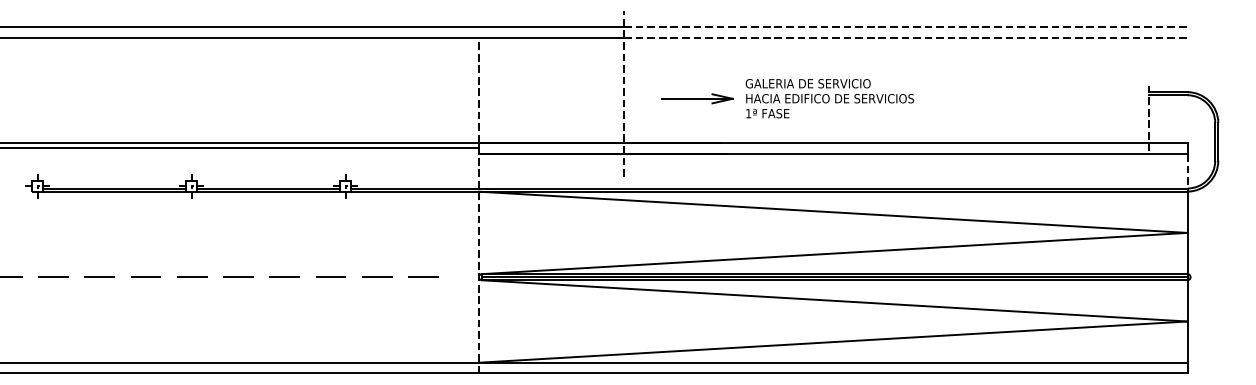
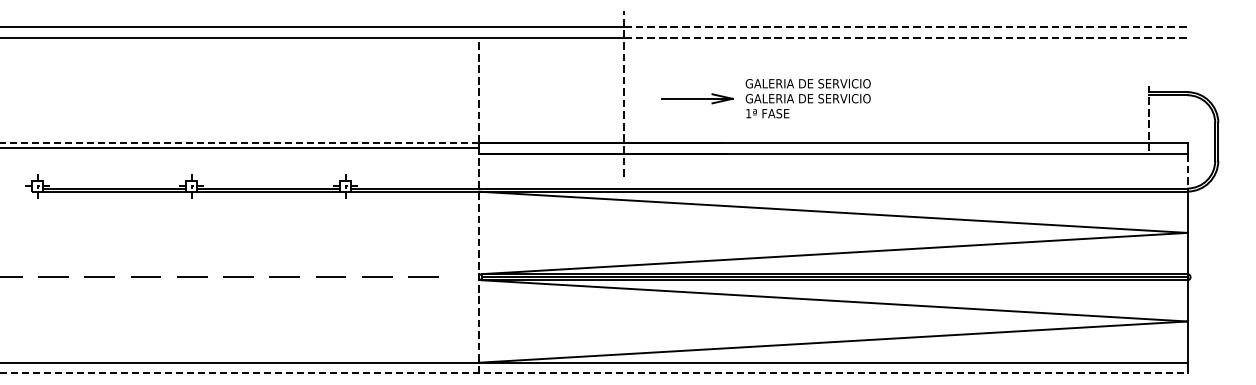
text at (829, 98): HACIA EDIFICO DE SERVICIOS -> GALERIA DE SERVICIO
line at (239, 143): solid -> dashed
line at (594, 373): solid -> dashed
